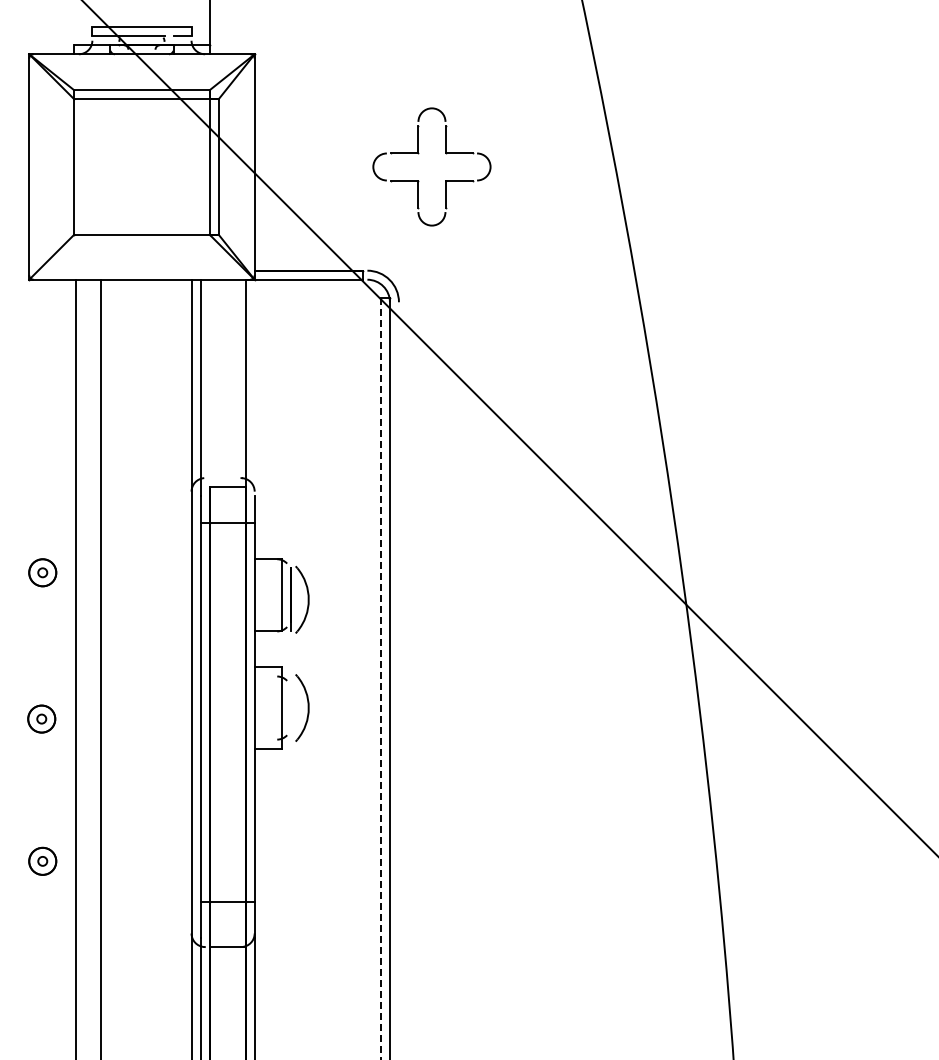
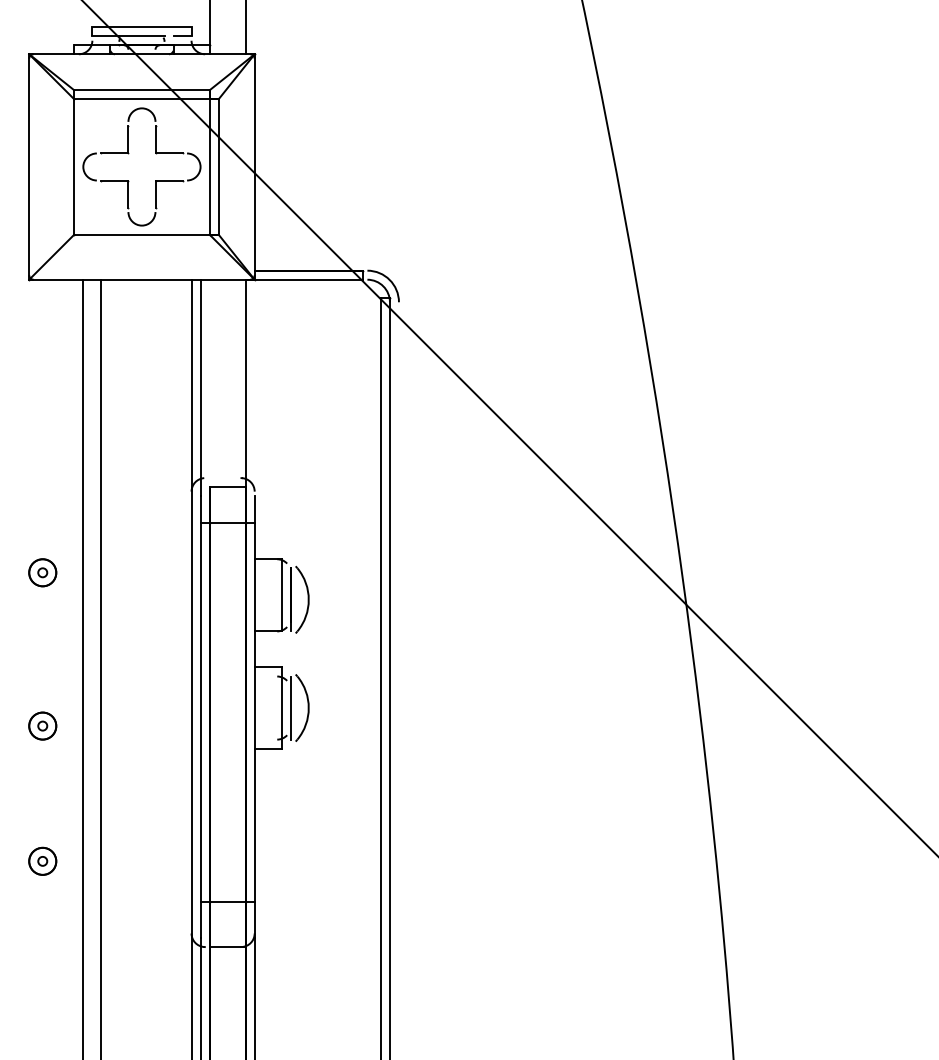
line at (245, 28): none -> present
part at (419, 153) position: (419, 153) -> (129, 153)
line at (76, 667) position: (76, 667) -> (83, 667)
line at (380, 678): dashed -> solid
line at (290, 707): none -> present
part at (41, 718) position: (41, 718) -> (42, 725)
